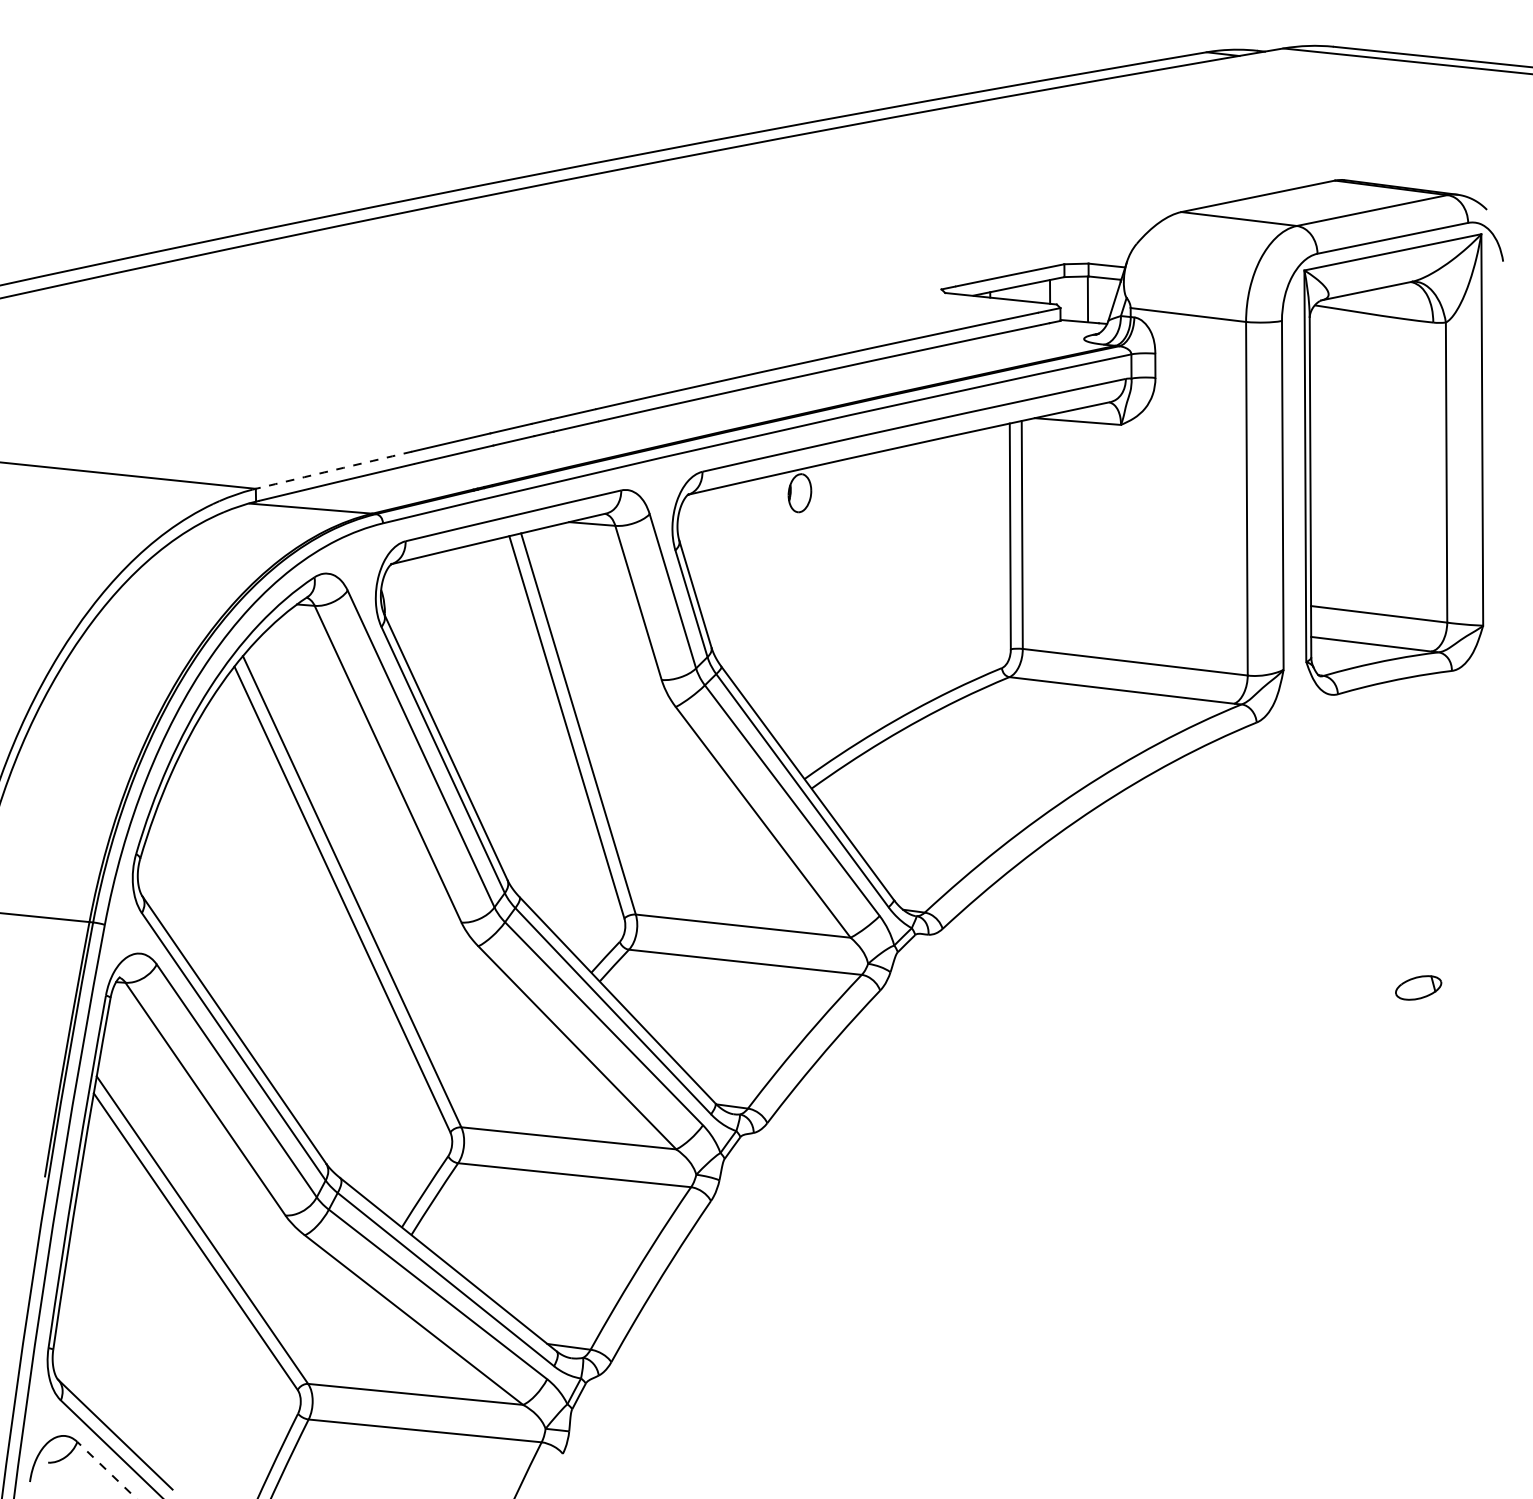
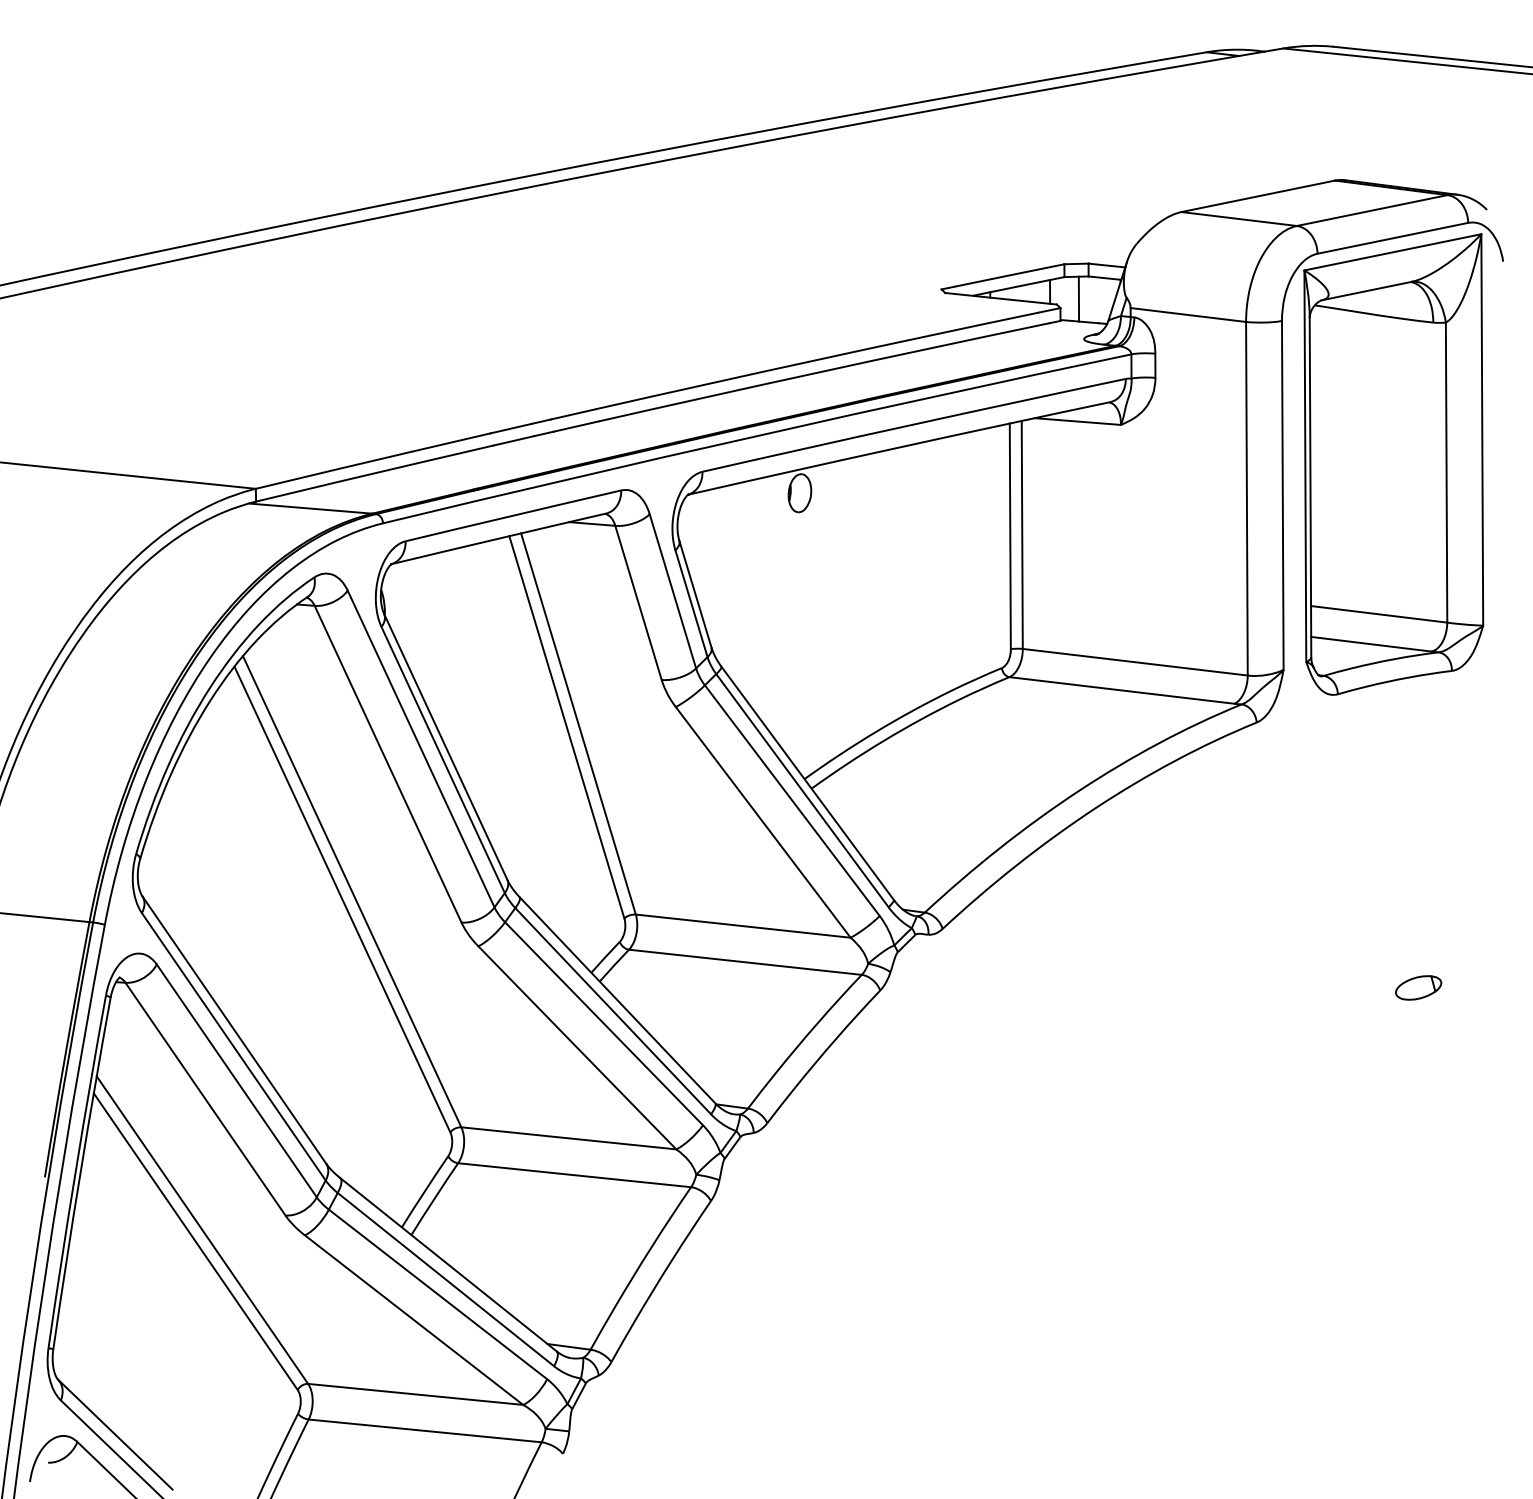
line at (1087, 298) position: (1087, 298) -> (1078, 298)
arc at (333, 470): dashed -> solid
line at (106, 1470): dashed -> solid
